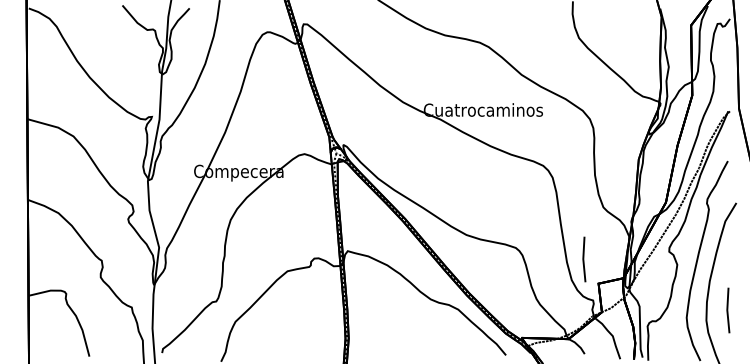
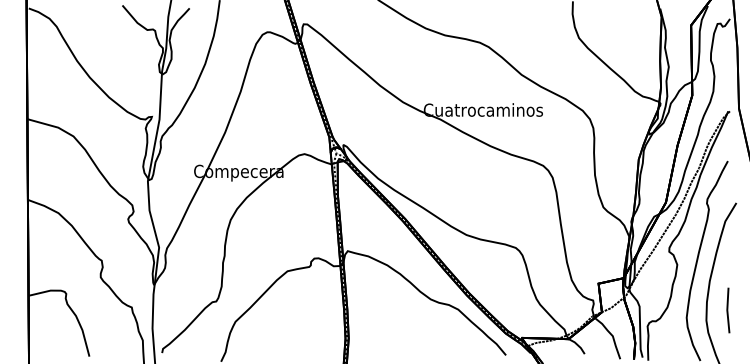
line at (584, 259): present -> none
